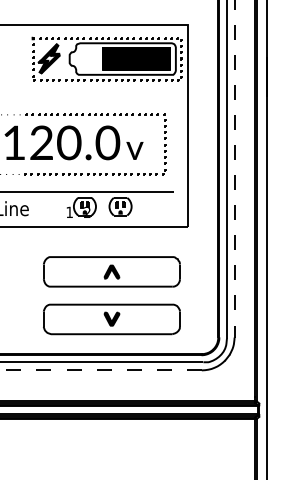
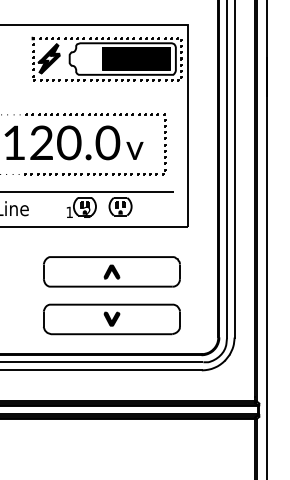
line at (234, 169): dashed -> solid
line at (100, 370): dashed -> solid
